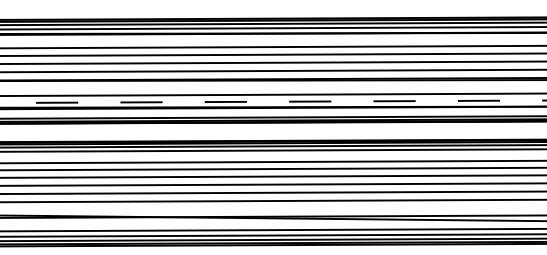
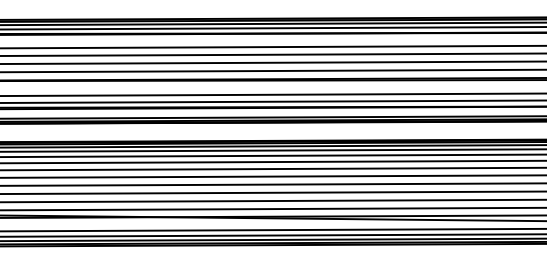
line at (273, 101): dashed -> solid
line at (272, 155): none -> present
line at (272, 208): none -> present
